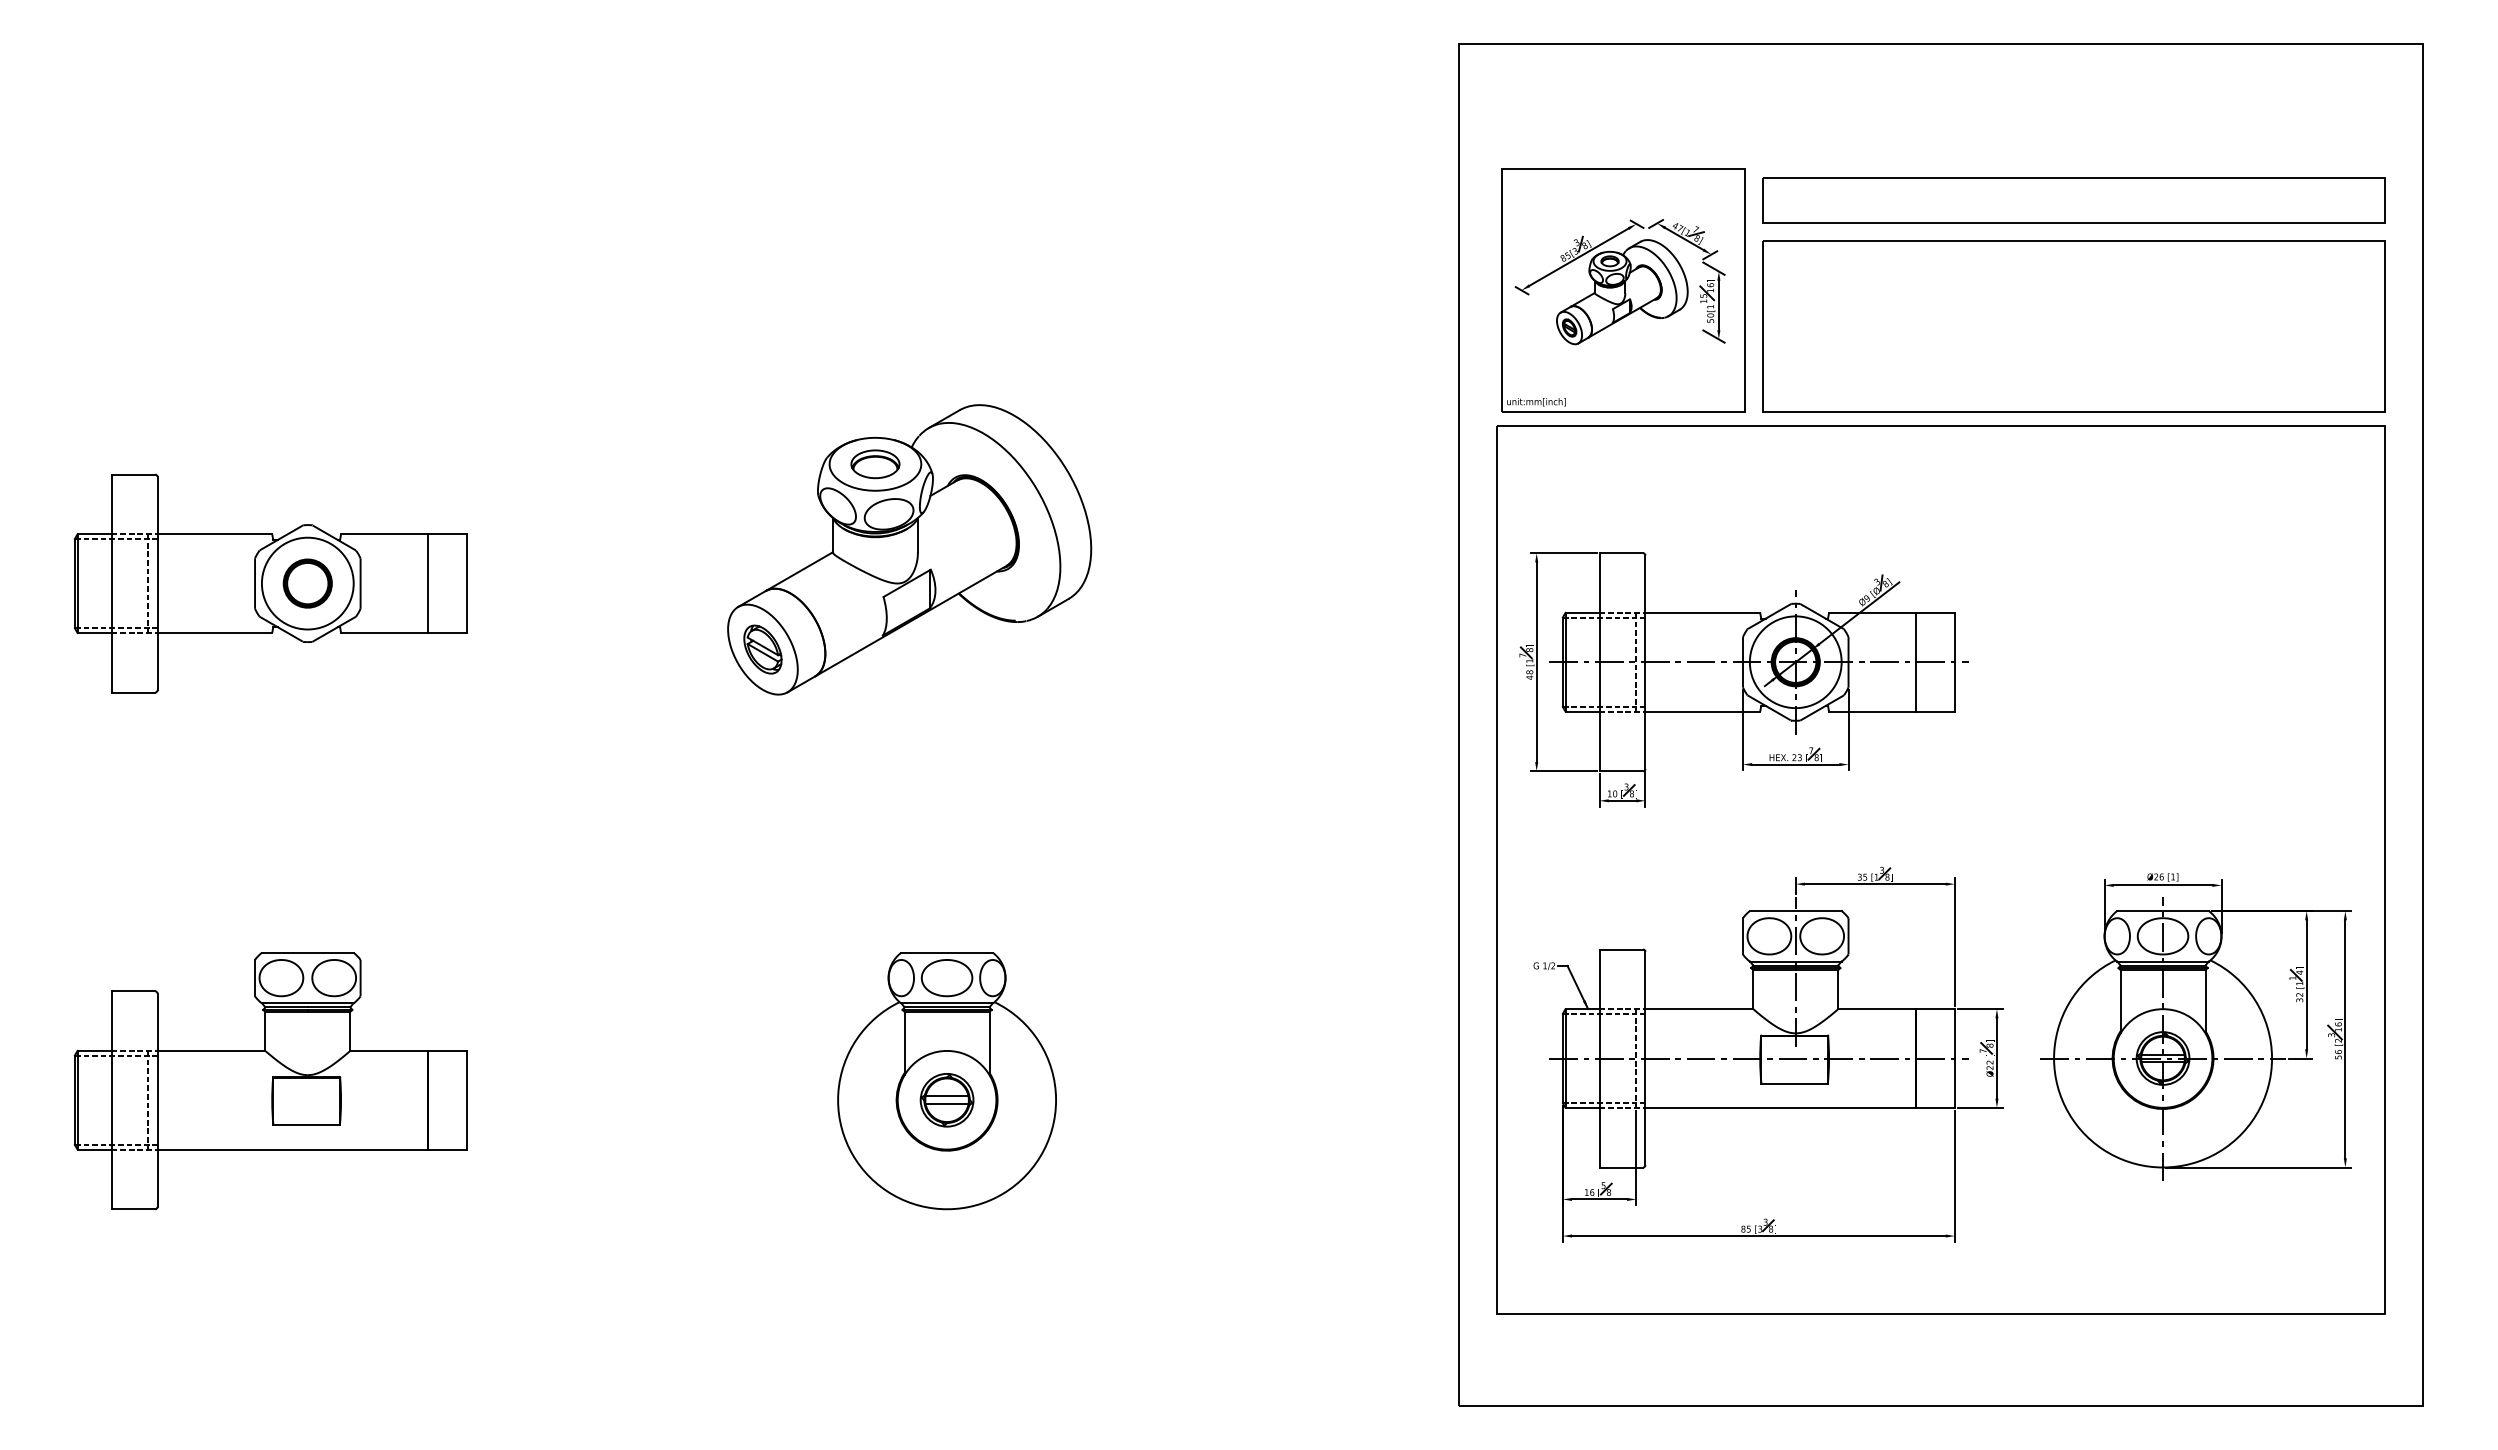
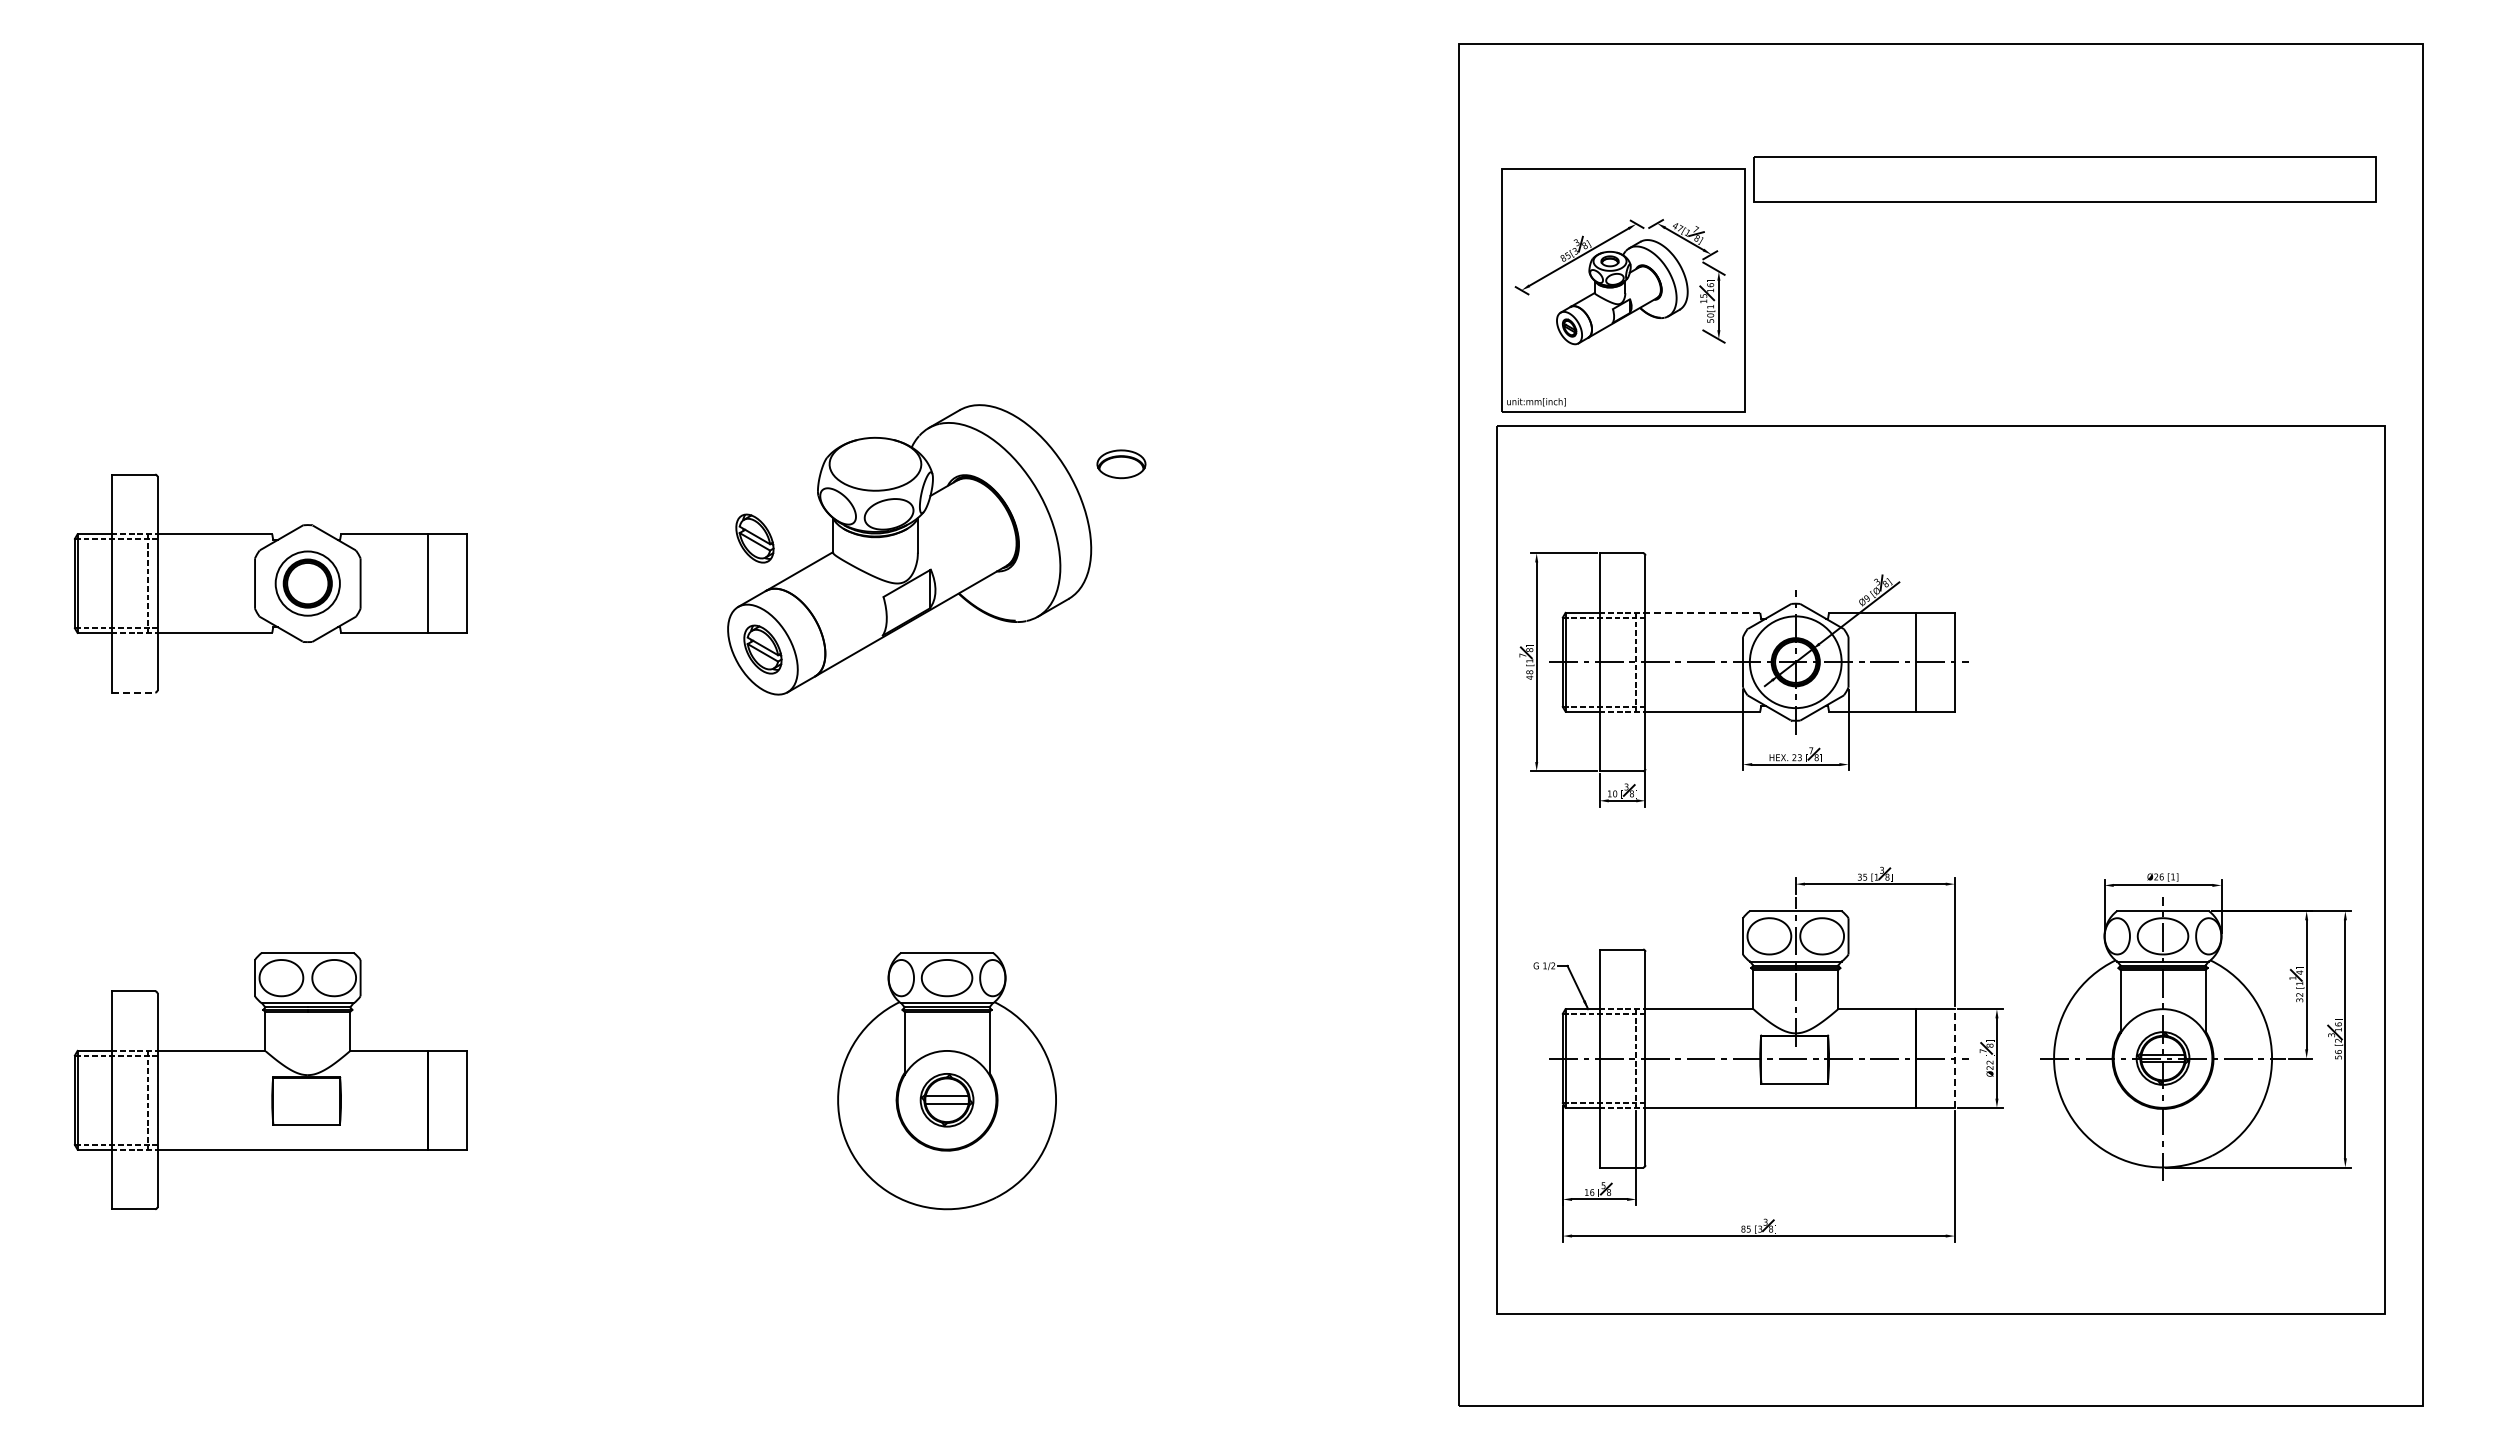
part at (2073, 200) position: (2073, 200) -> (2064, 179)
part at (2073, 326): present -> none
part at (875, 464) position: (875, 464) -> (1121, 464)
part at (754, 538): none -> present
circle at (307, 583) diameter: 92 px -> 64 px
line at (1702, 612): solid -> dashed
line at (133, 692): solid -> dashed
line at (1954, 1058): solid -> dashed
